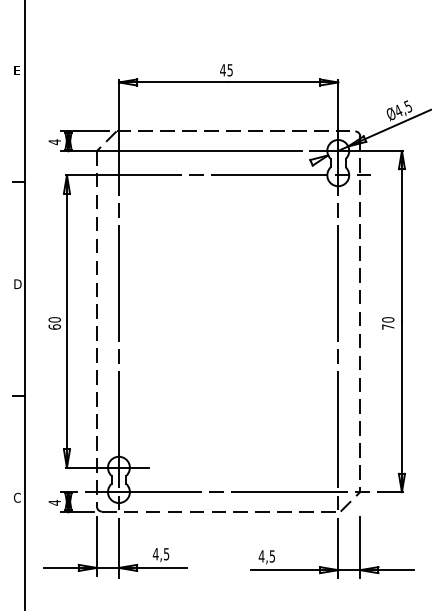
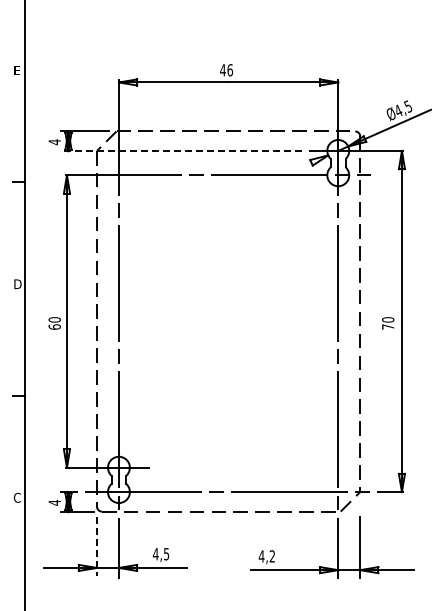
text at (229, 70): 45 -> 46
line at (180, 150): solid -> dashed
line at (97, 546): solid -> dashed
text at (271, 556): 4,5 -> 4,2
